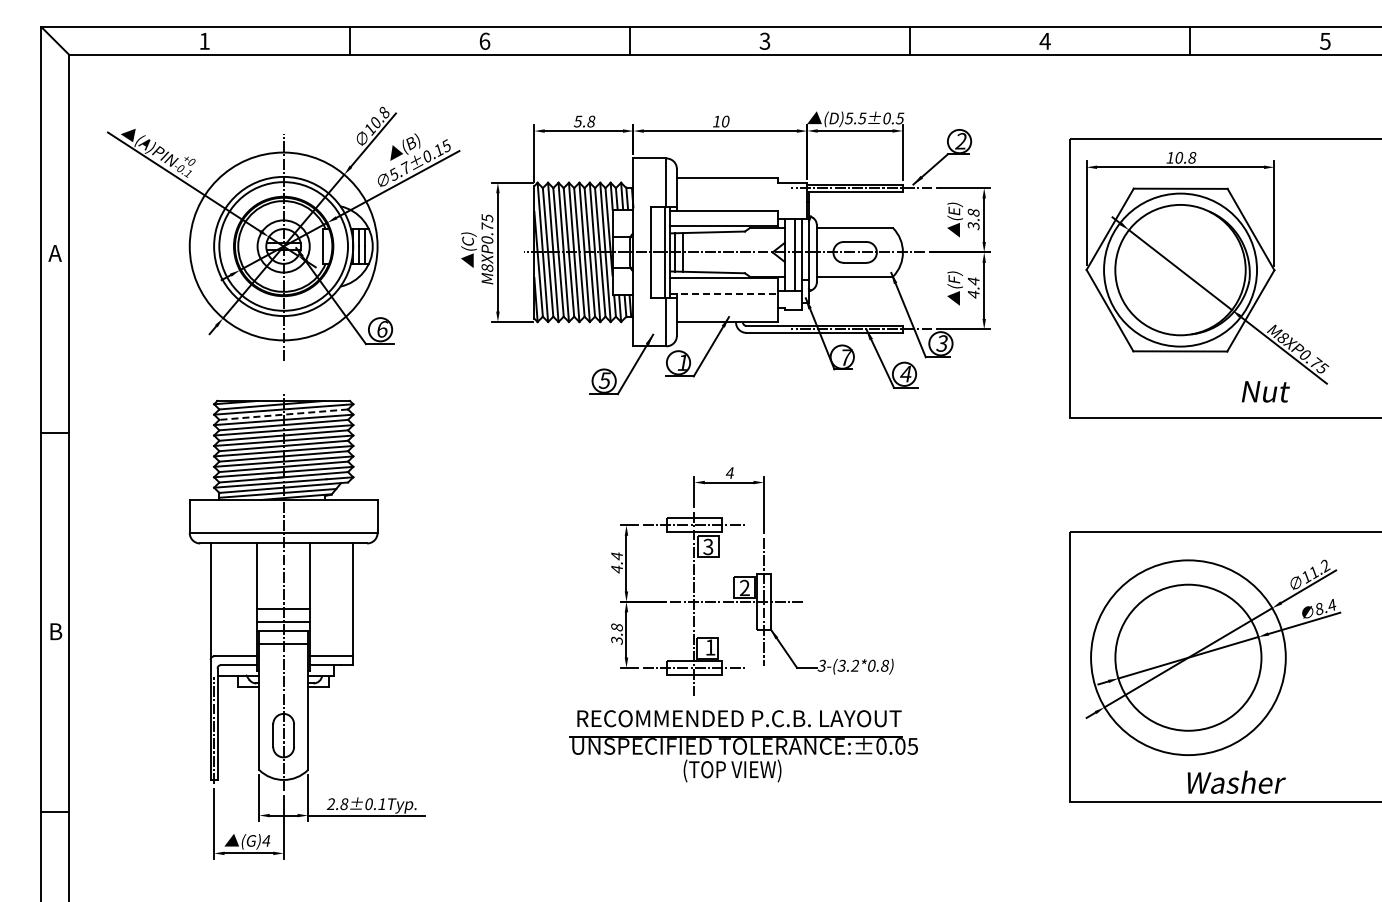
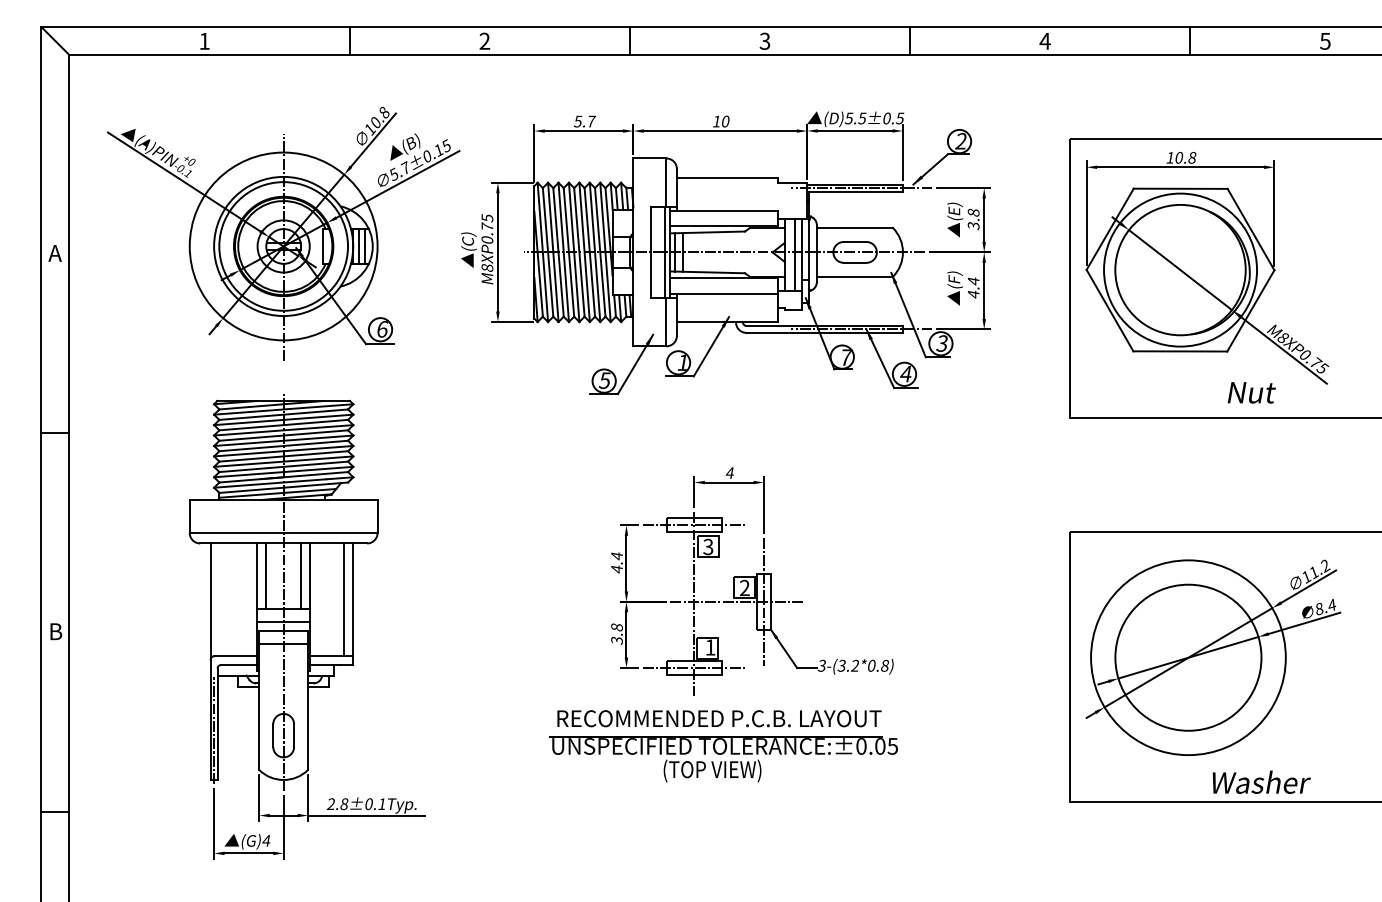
text at (484, 40): 6 -> 2
text at (591, 121): 5.8 -> 5.7
line at (723, 294): dashed -> solid
text at (1265, 391) position: (1265, 391) -> (1251, 392)
line at (283, 414): dashed -> solid
line at (266, 575): none -> present
line at (301, 575): none -> present
line at (344, 599): none -> present
text at (743, 746) position: (743, 746) -> (723, 746)
text at (1236, 781) position: (1236, 781) -> (1261, 781)
